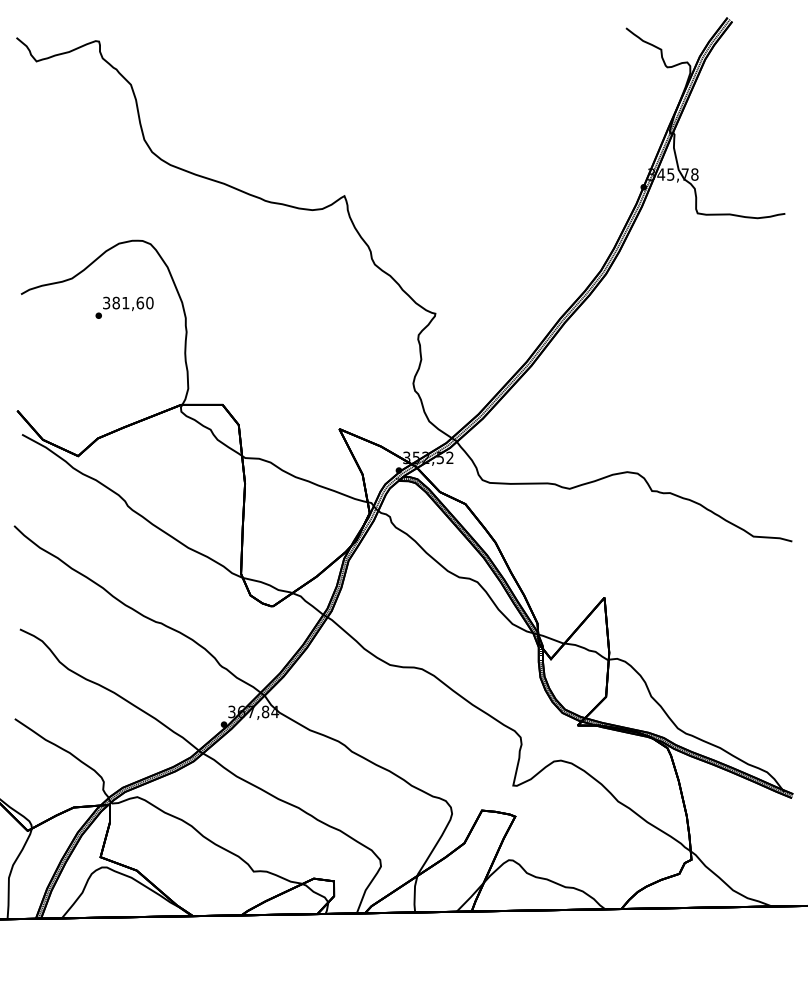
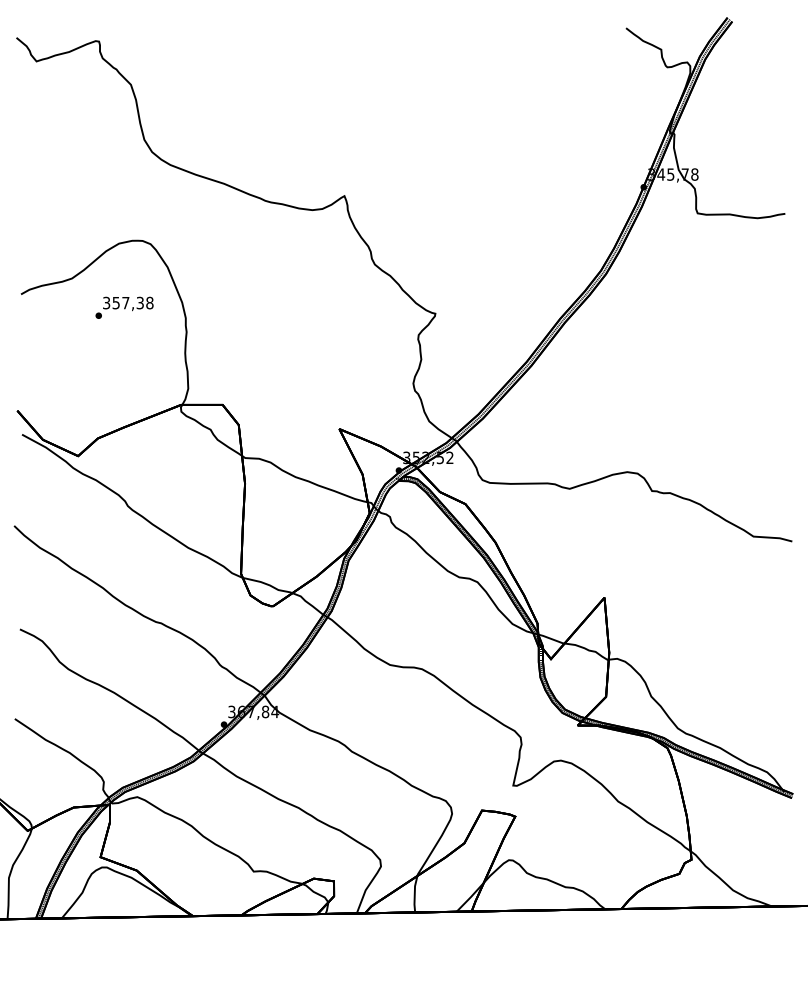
text at (132, 302): 381,60 -> 357,38
